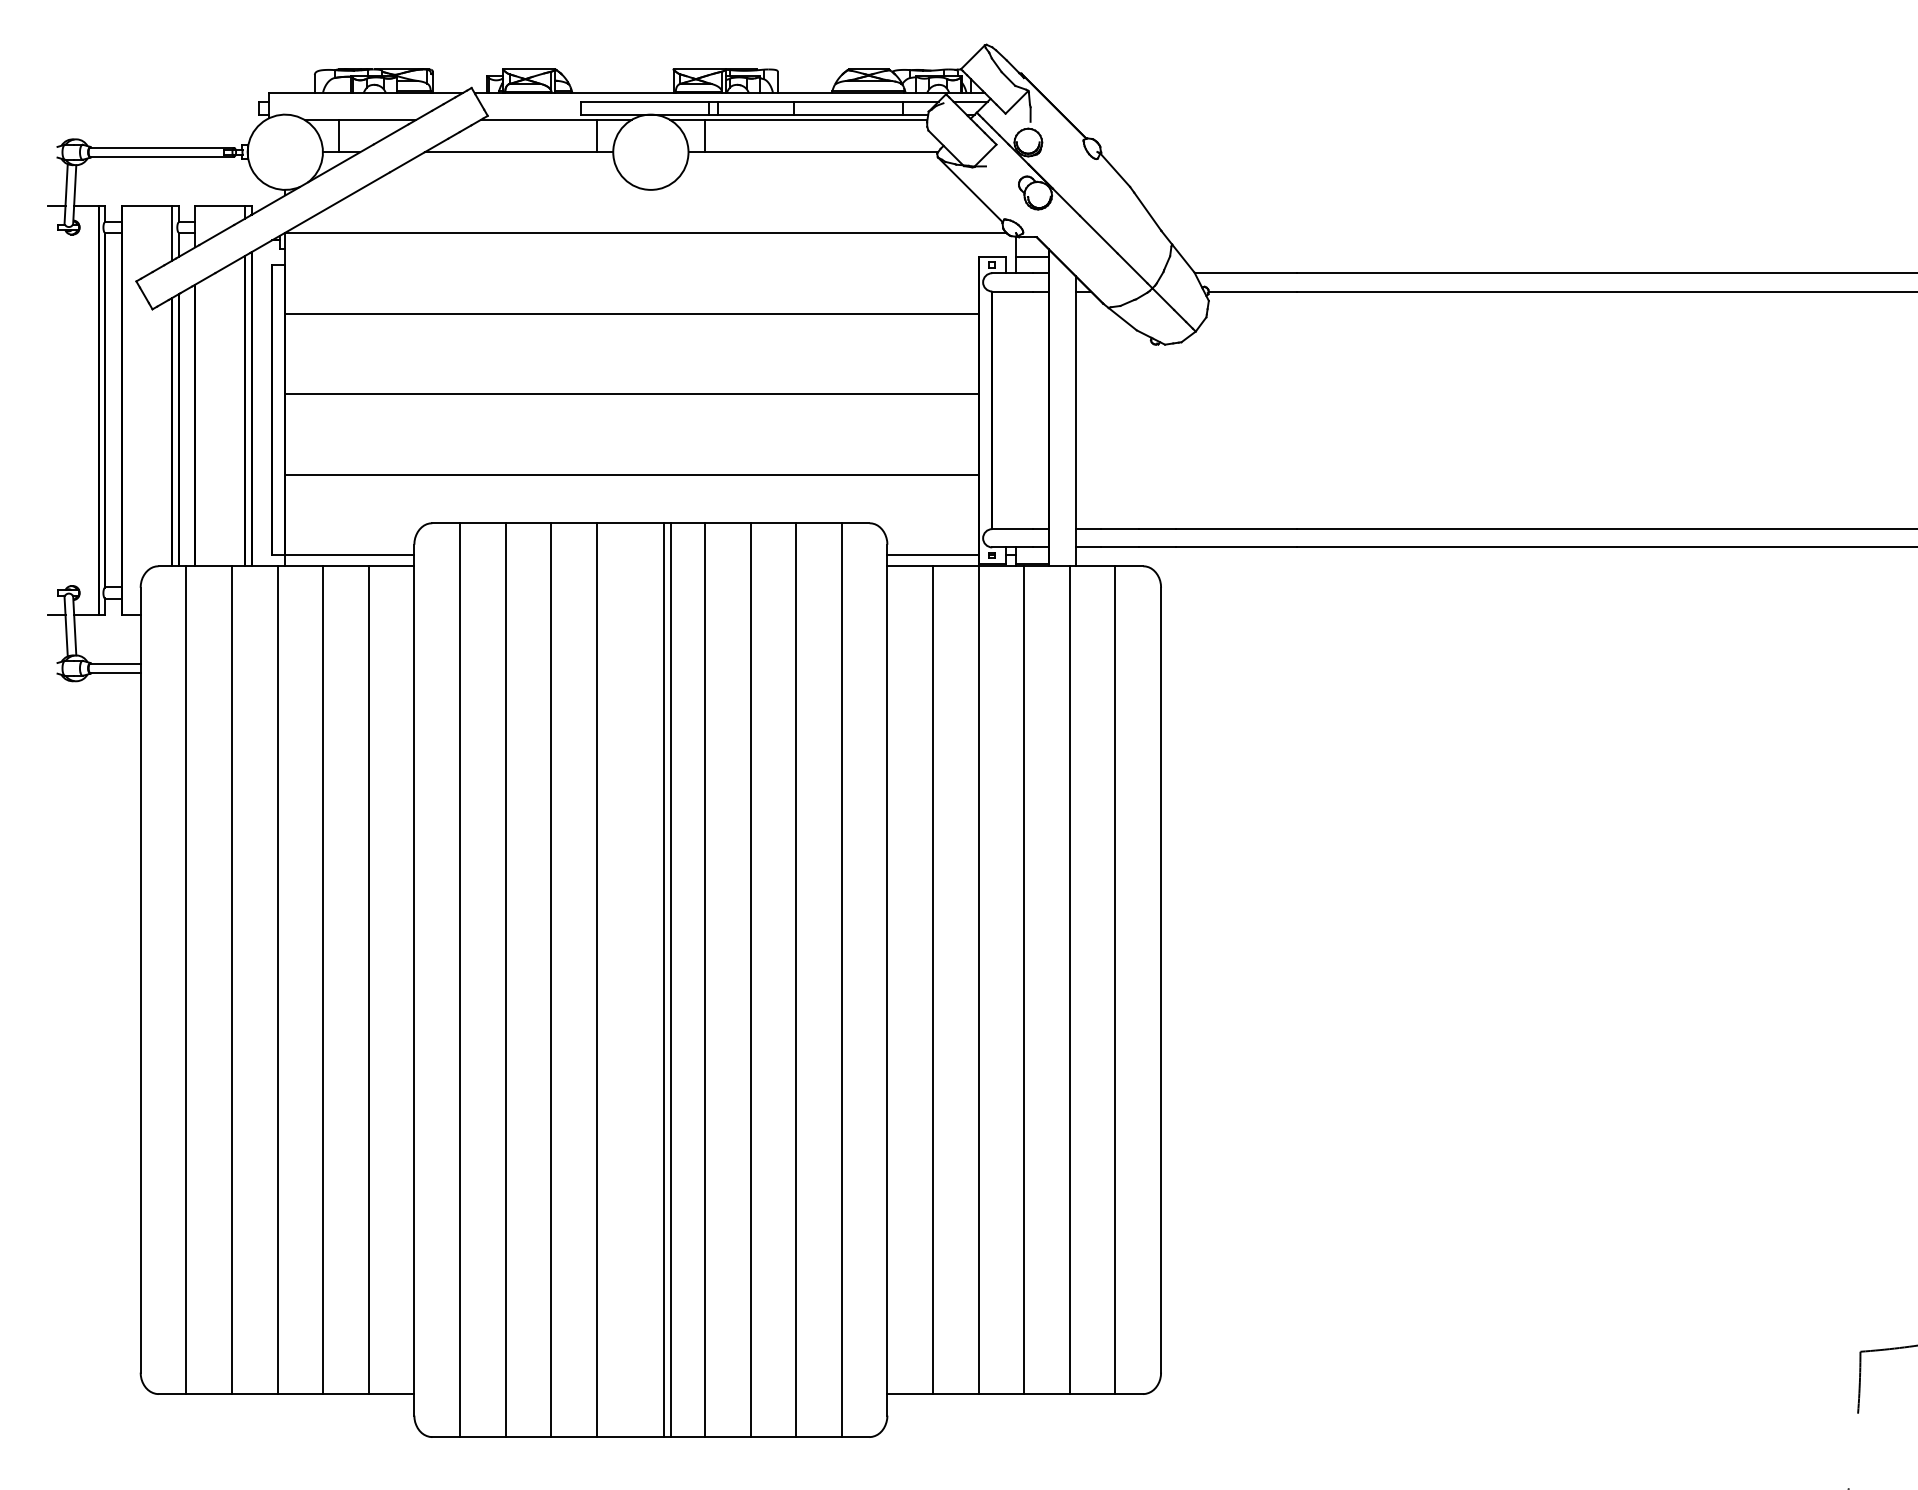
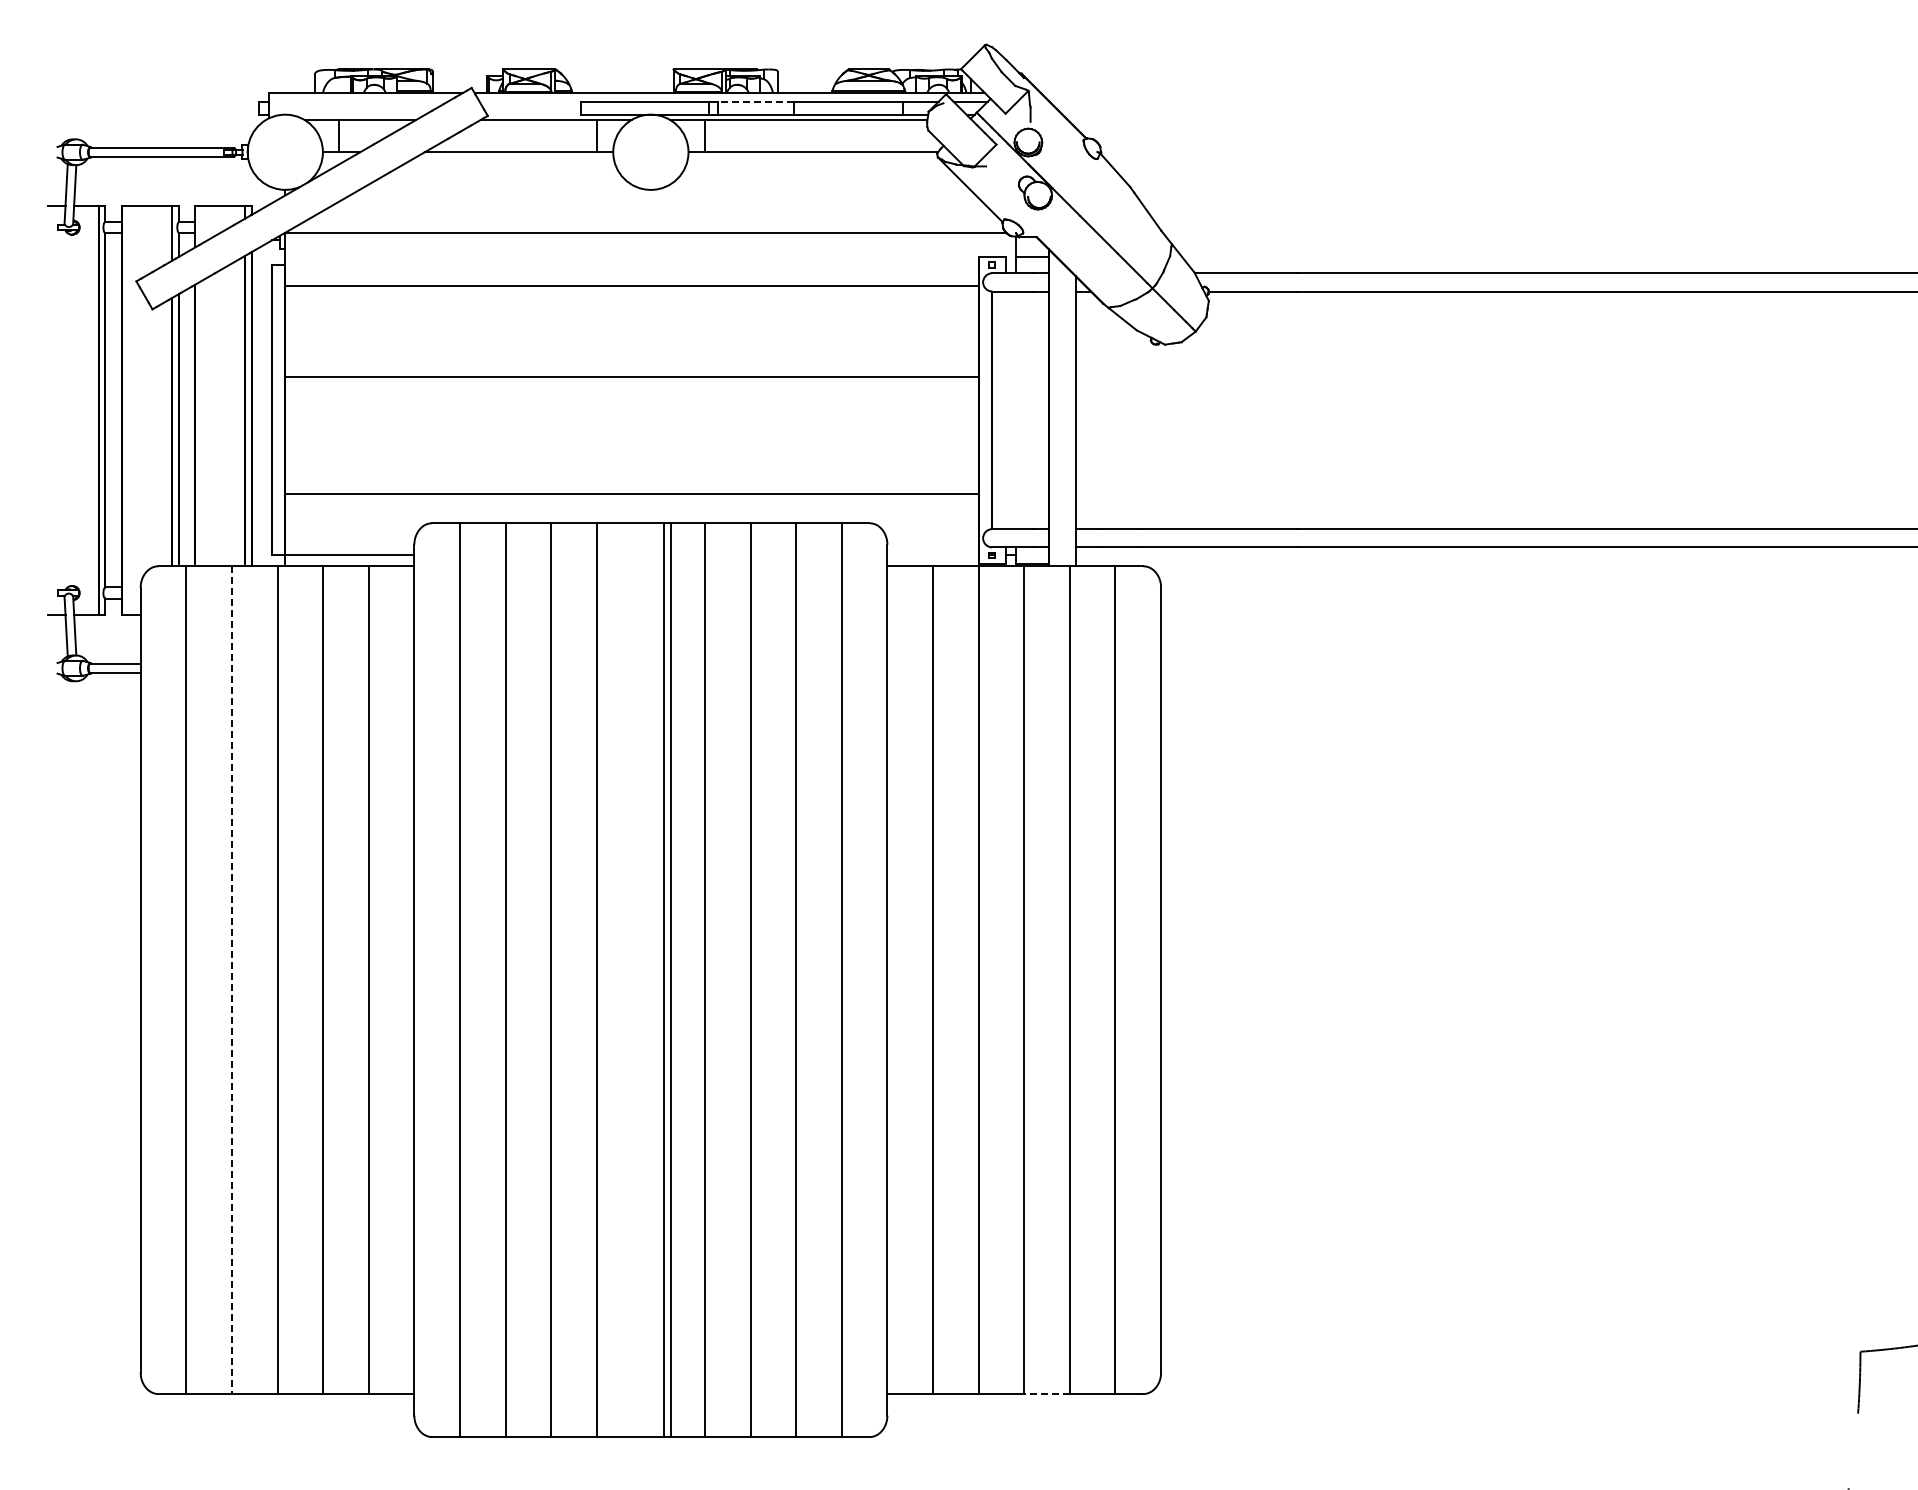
line at (755, 101): solid -> dashed
line at (631, 313) position: (631, 313) -> (631, 285)
line at (631, 394) position: (631, 394) -> (631, 377)
line at (631, 474) position: (631, 474) -> (631, 493)
line at (932, 555): present -> none
line at (231, 980): solid -> dashed
line at (1047, 1394): solid -> dashed
